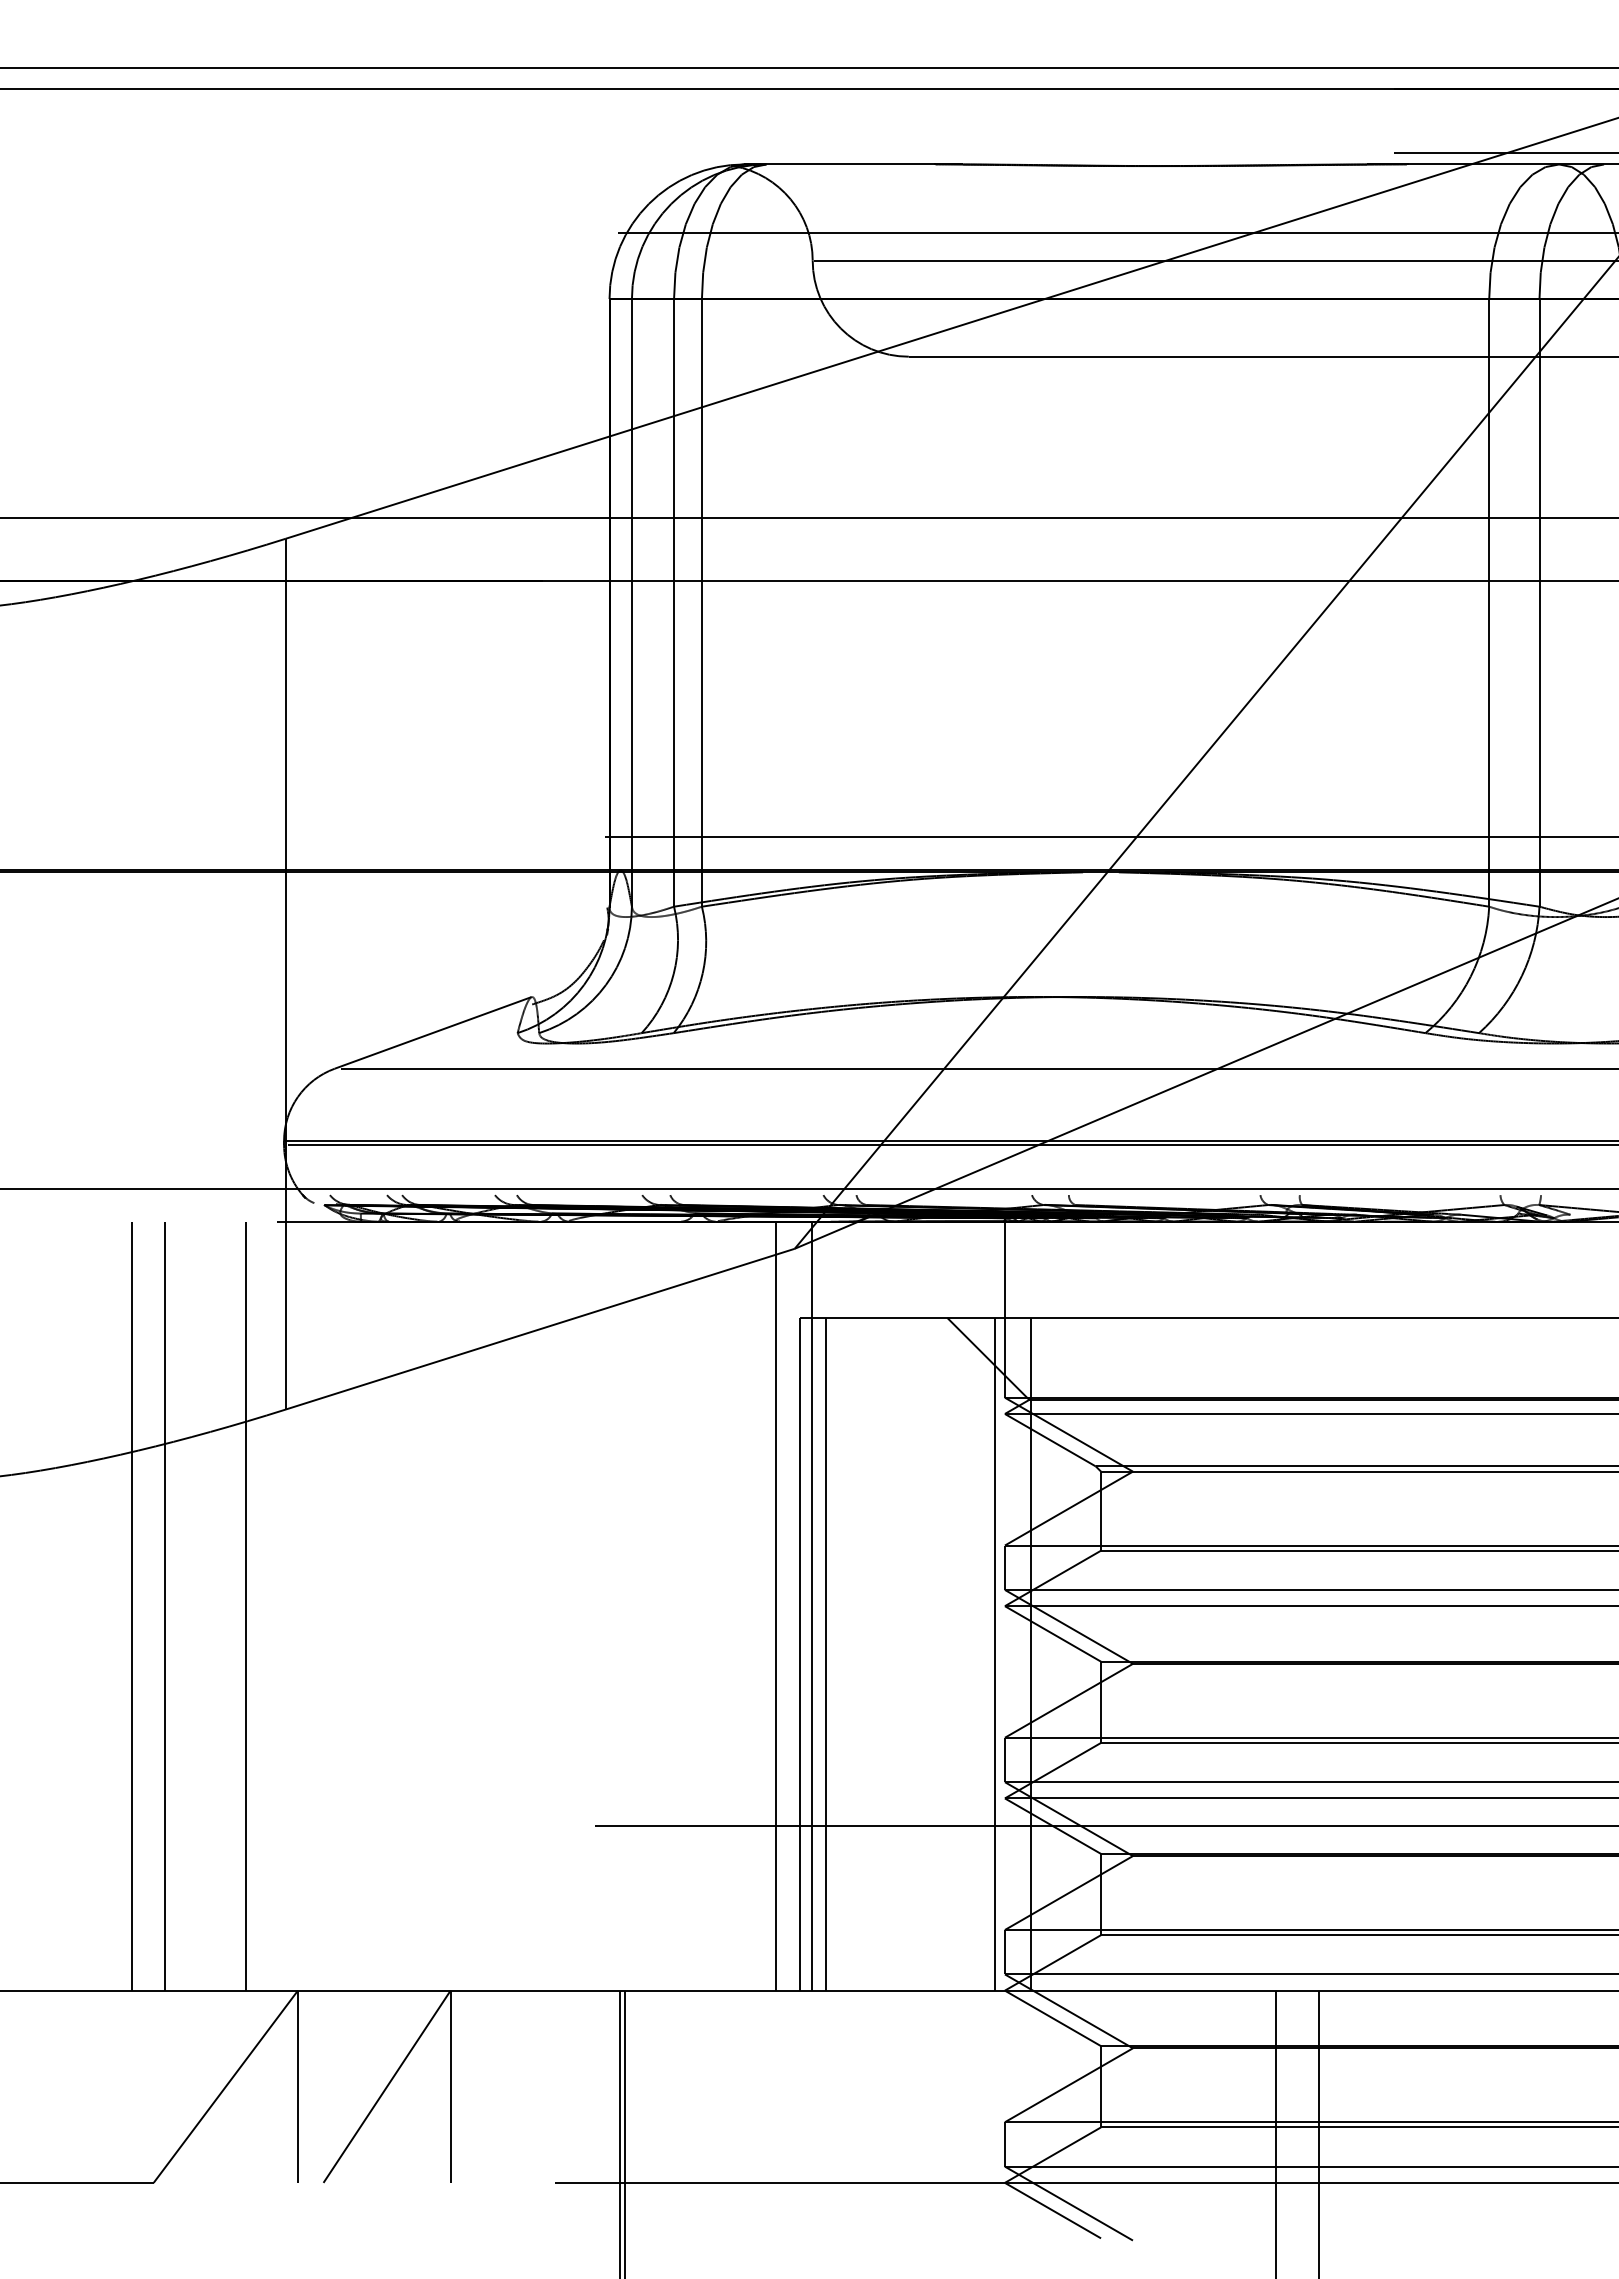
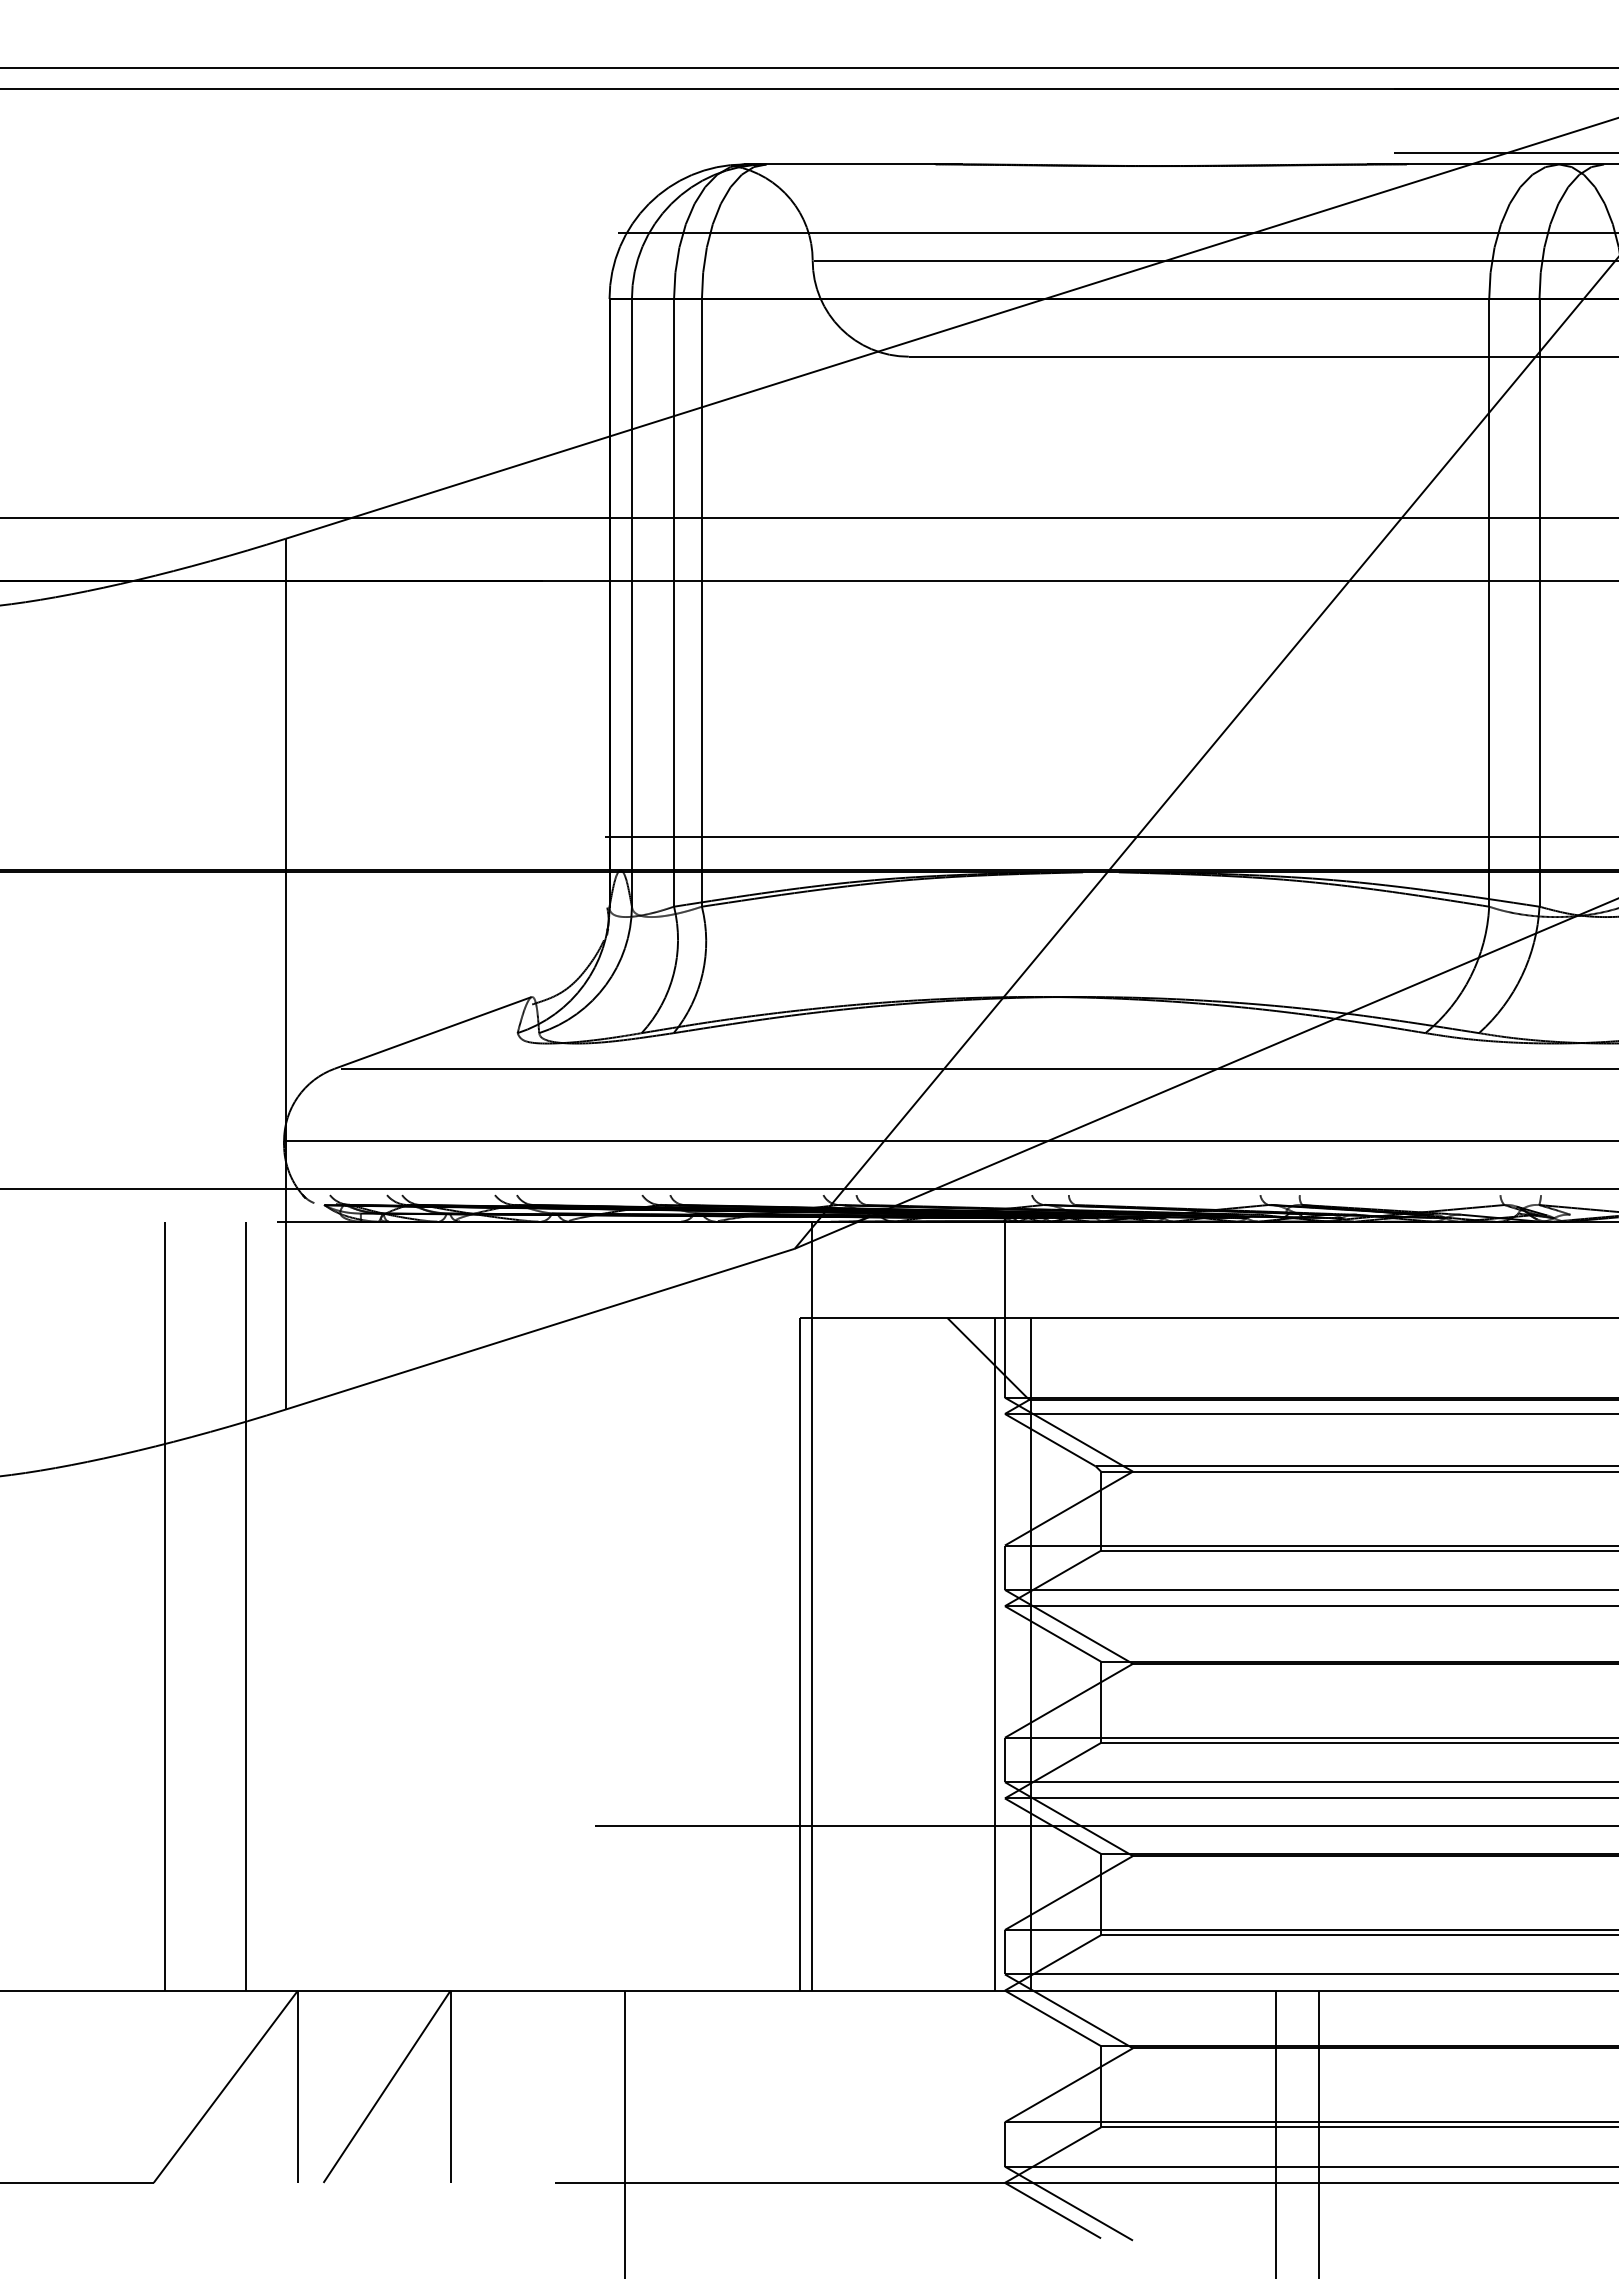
line at (951, 1144): present -> none
line at (131, 1605): present -> none
line at (775, 1605): present -> none
line at (826, 1653): present -> none
line at (620, 2132): present -> none
